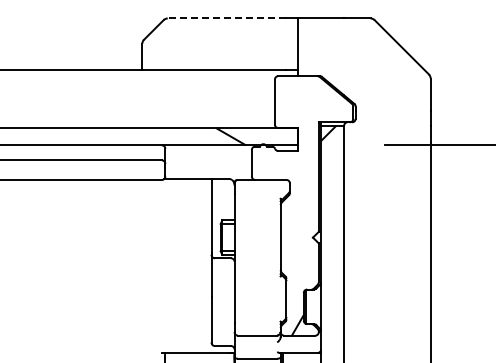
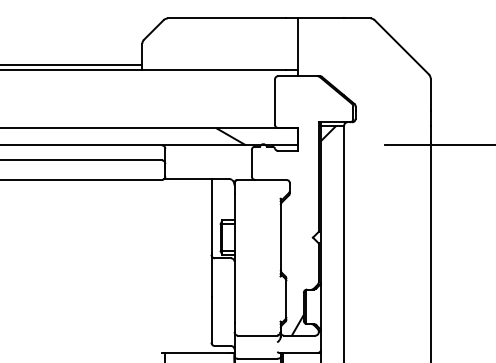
line at (226, 18): dashed -> solid
line at (72, 64): none -> present
